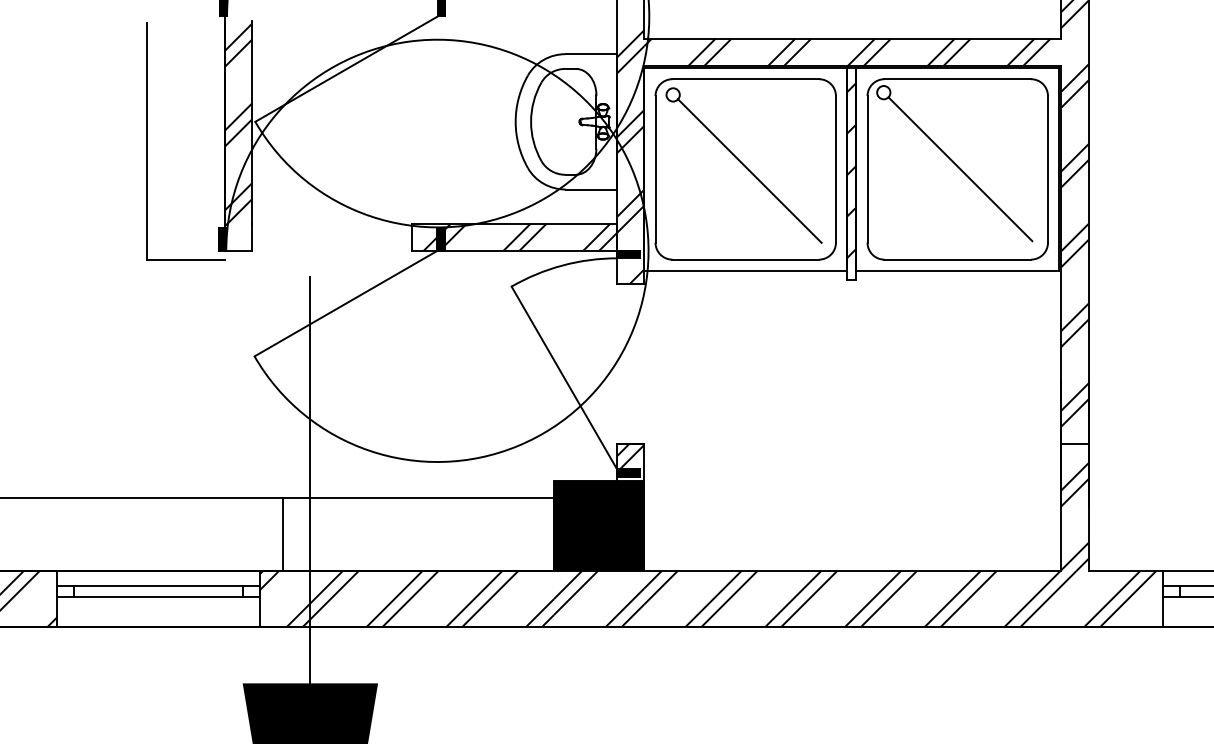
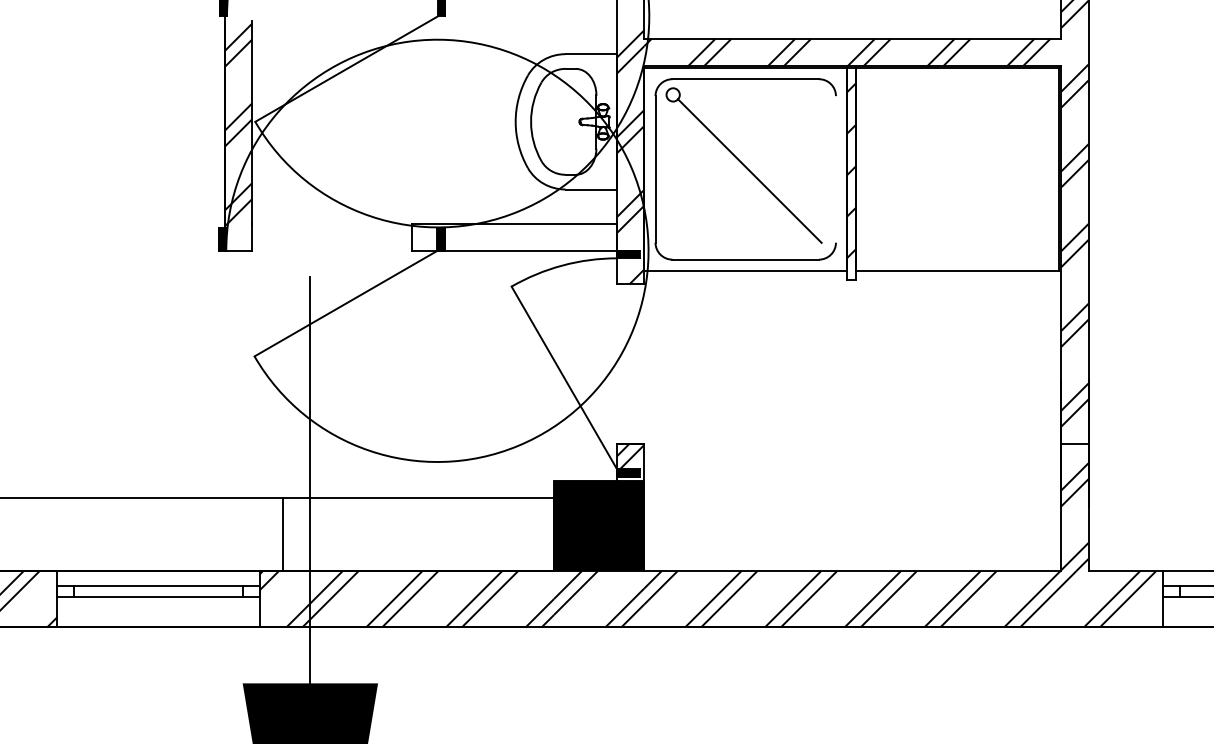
part at (147, 141): present -> none
line at (835, 169): present -> none
part at (957, 169): present -> none
hatch at (520, 236): present -> none
